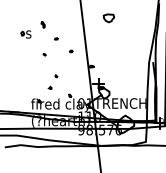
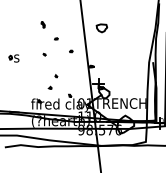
part at (108, 18) position: (108, 18) -> (101, 28)
part at (25, 34) position: (25, 34) -> (13, 58)
